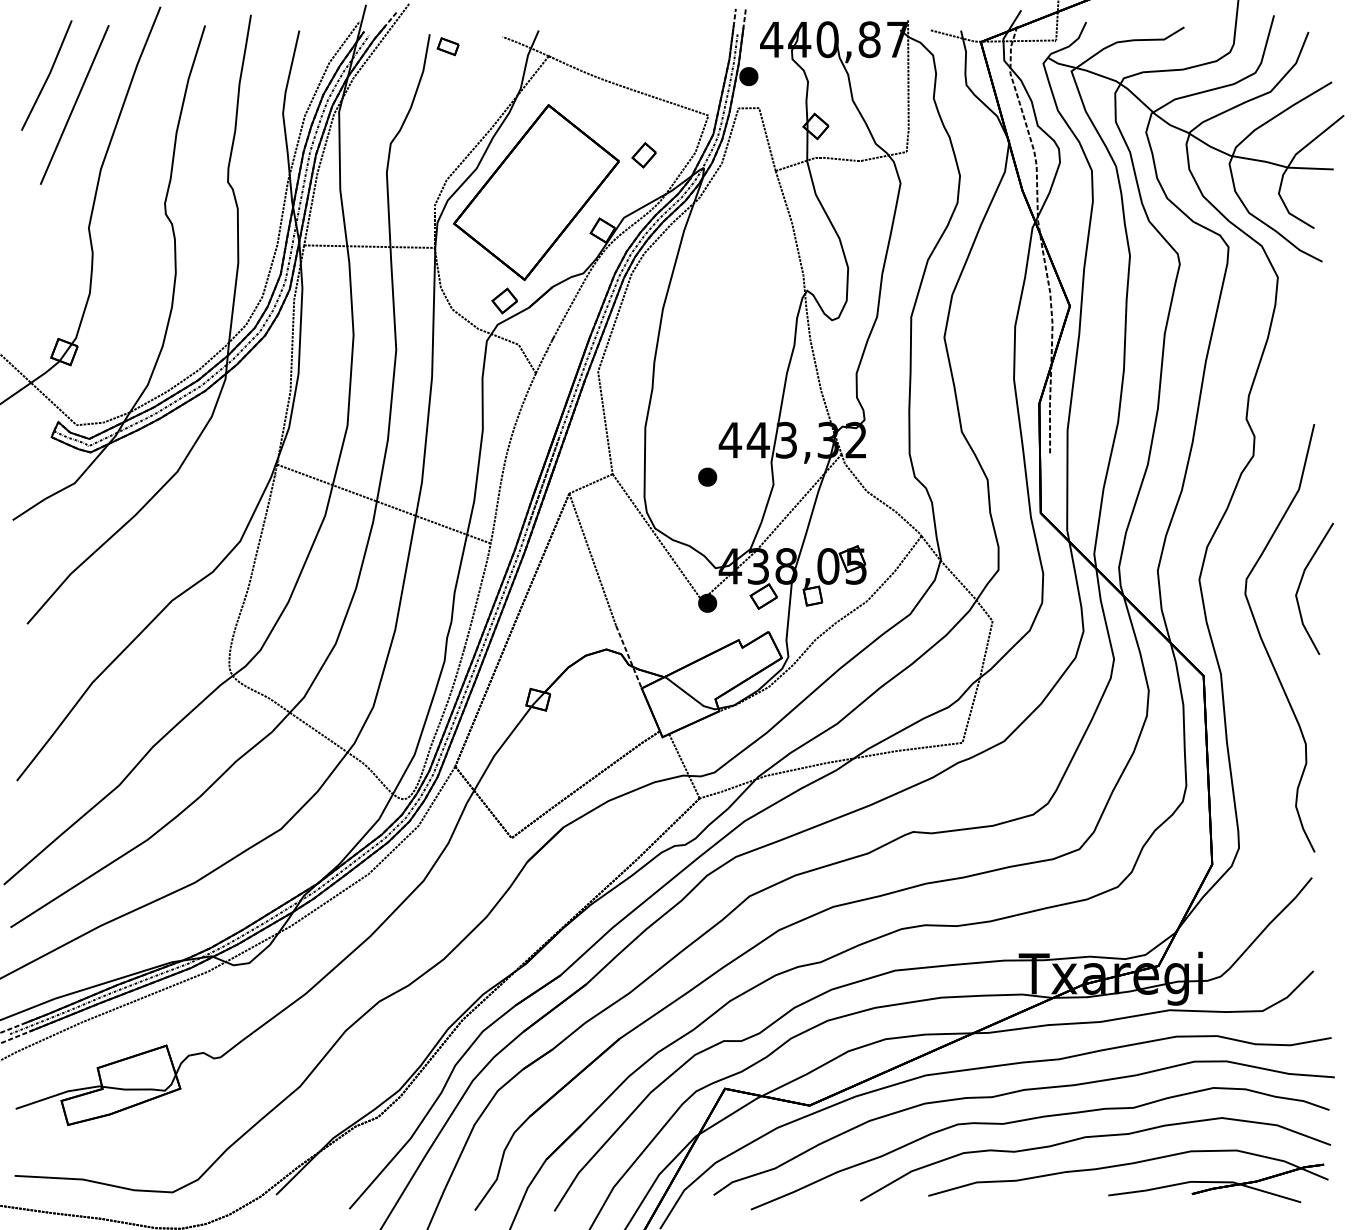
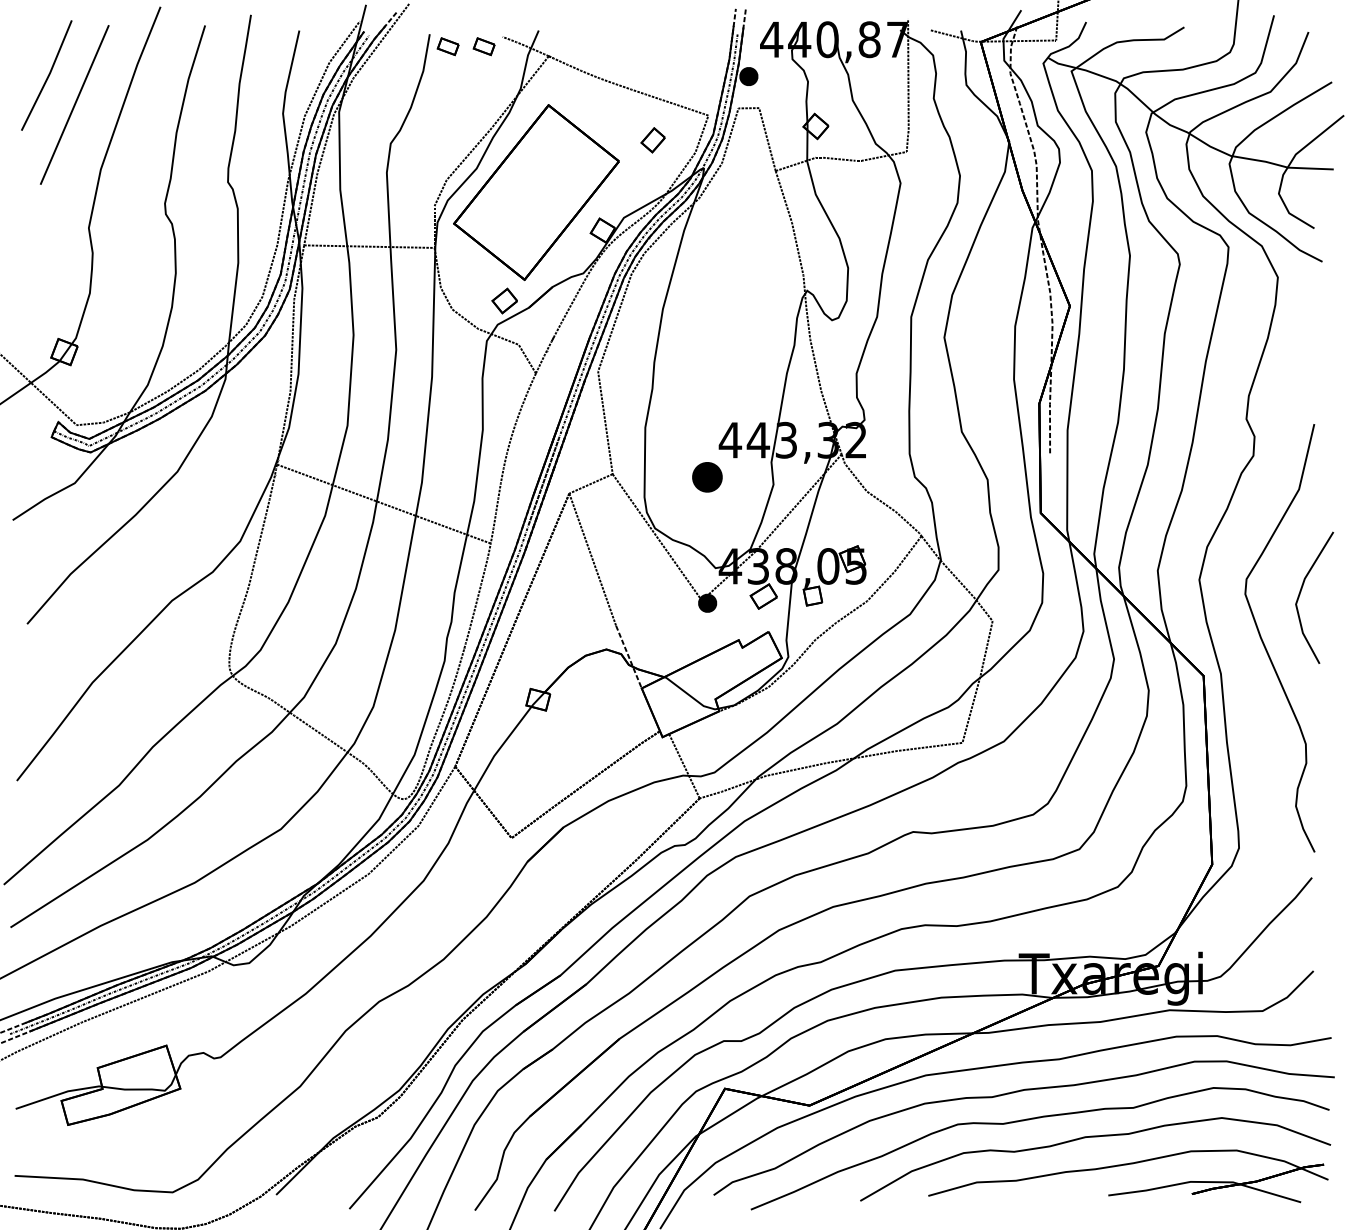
part at (483, 46): none -> present
part at (643, 155) position: (643, 155) -> (652, 140)
part at (707, 476) size: 20x20 px -> 31x31 px
line at (1301, 583) position: (1301, 583) -> (1301, 592)
